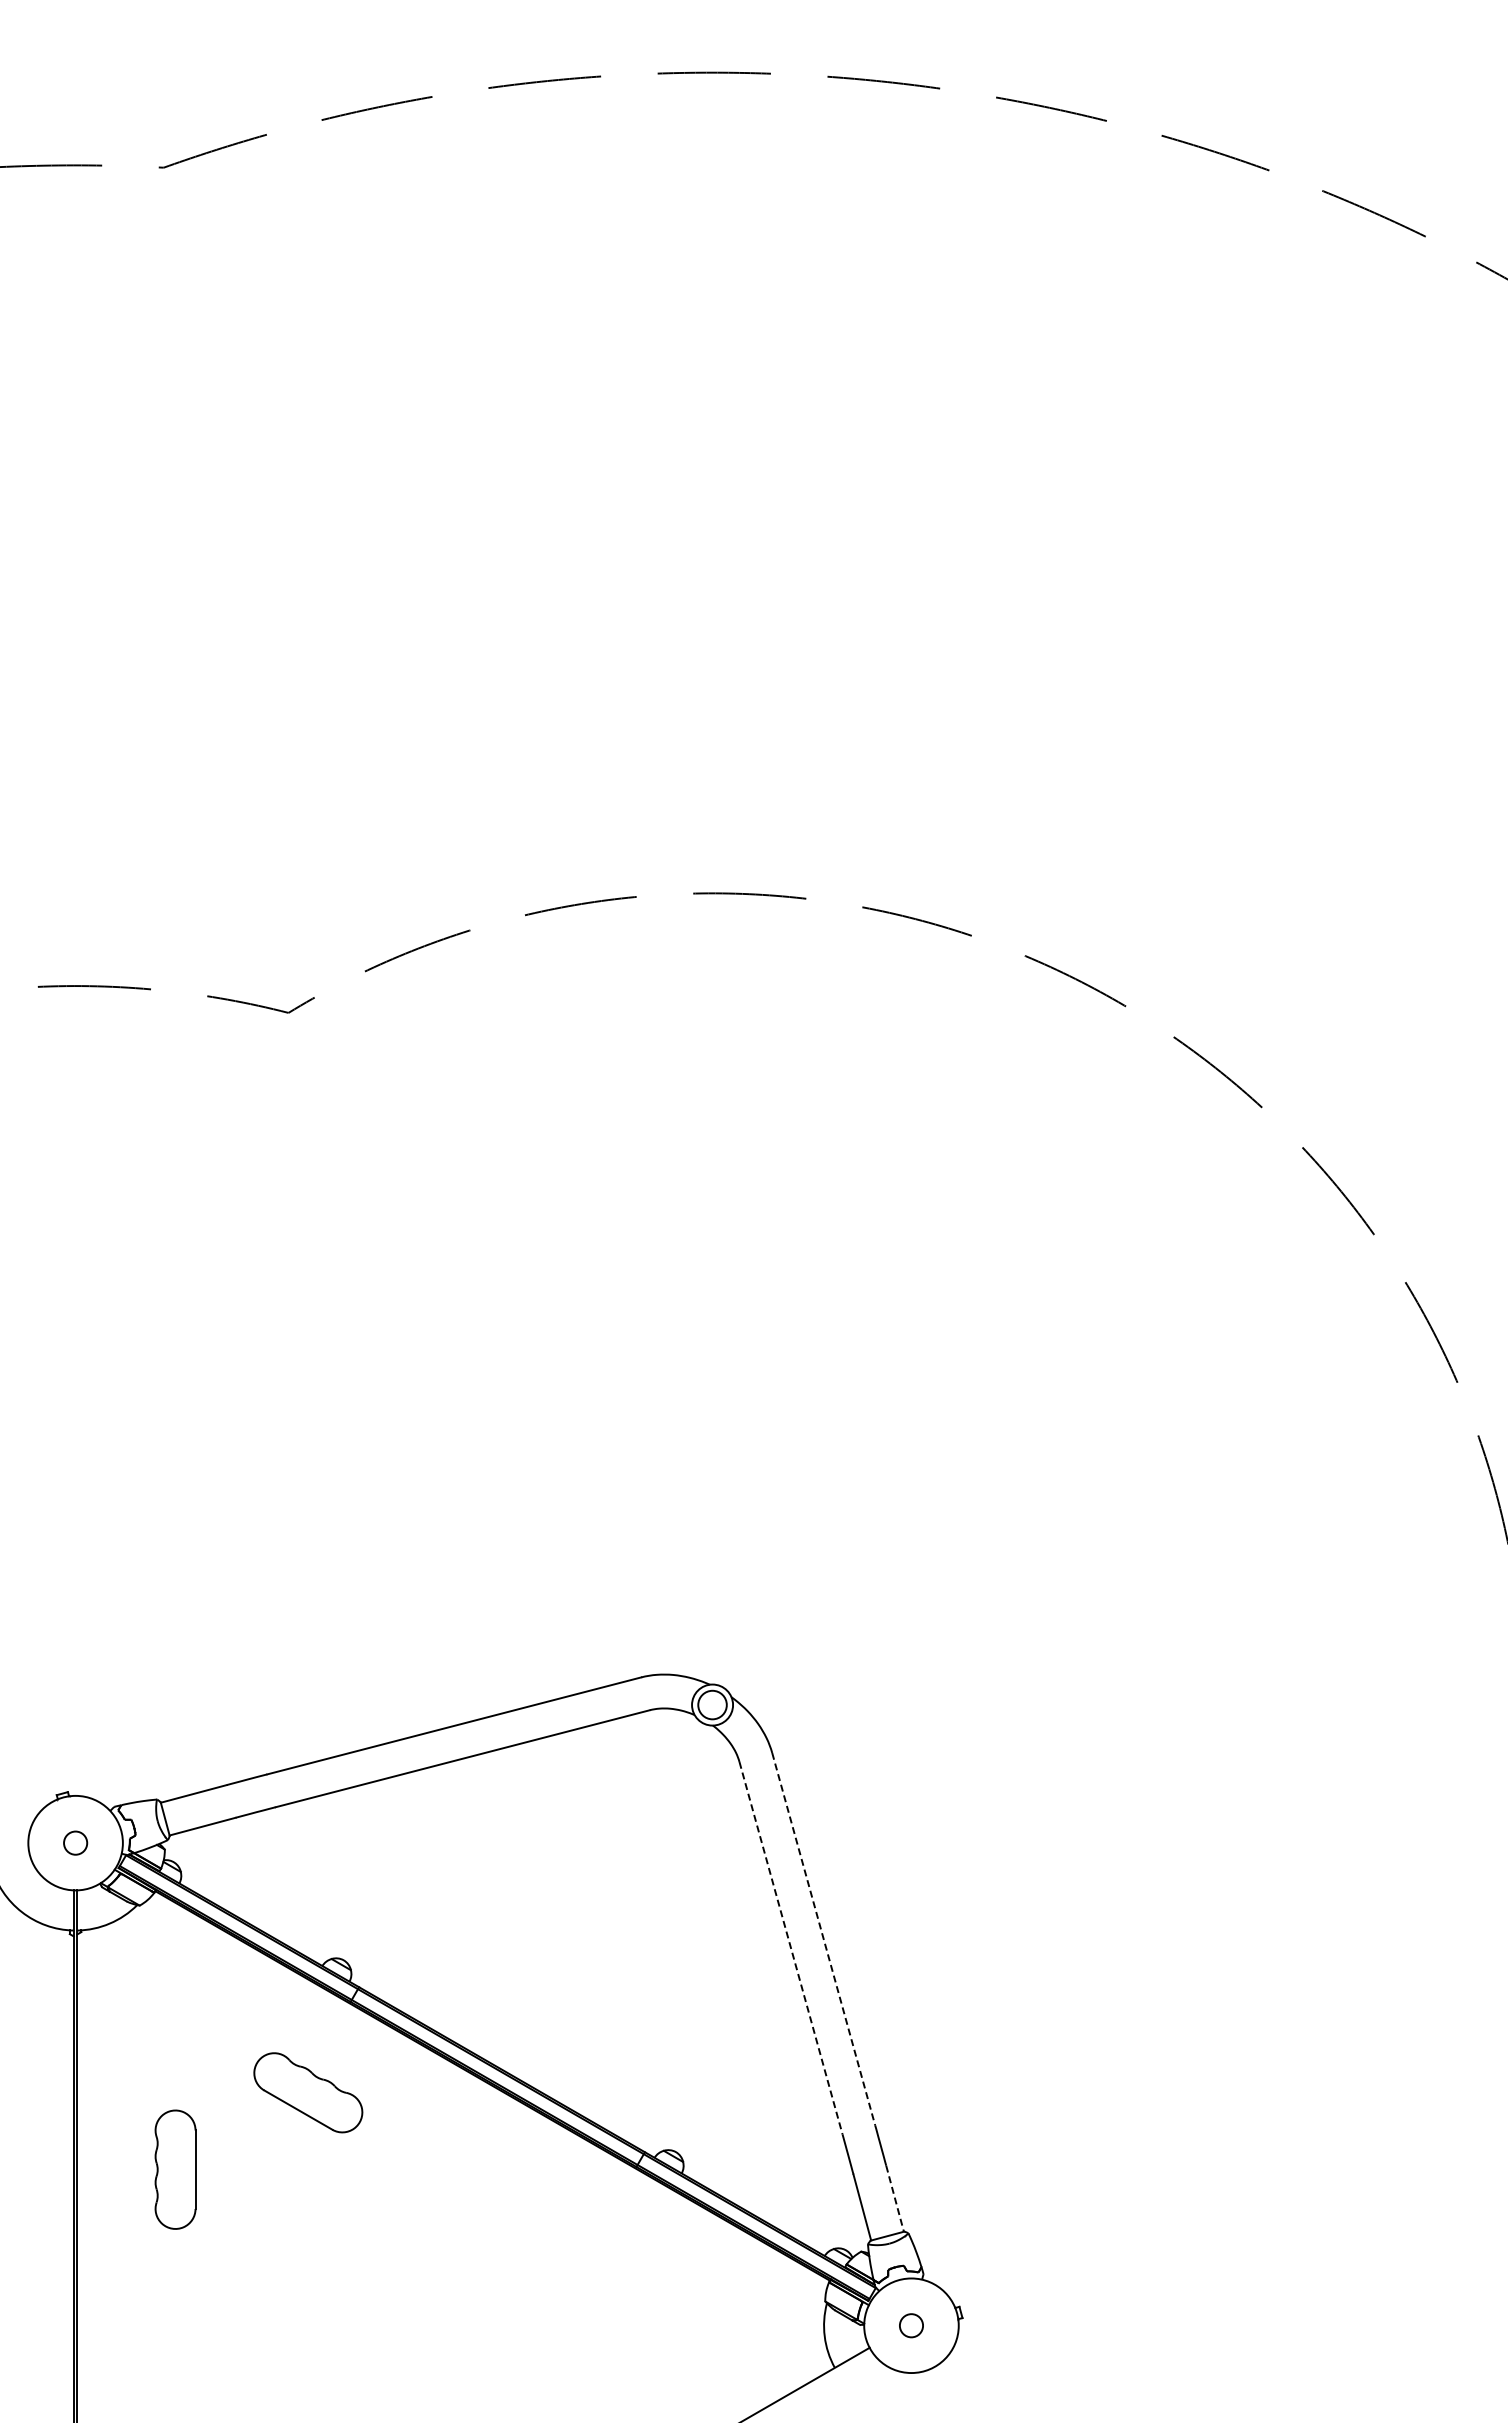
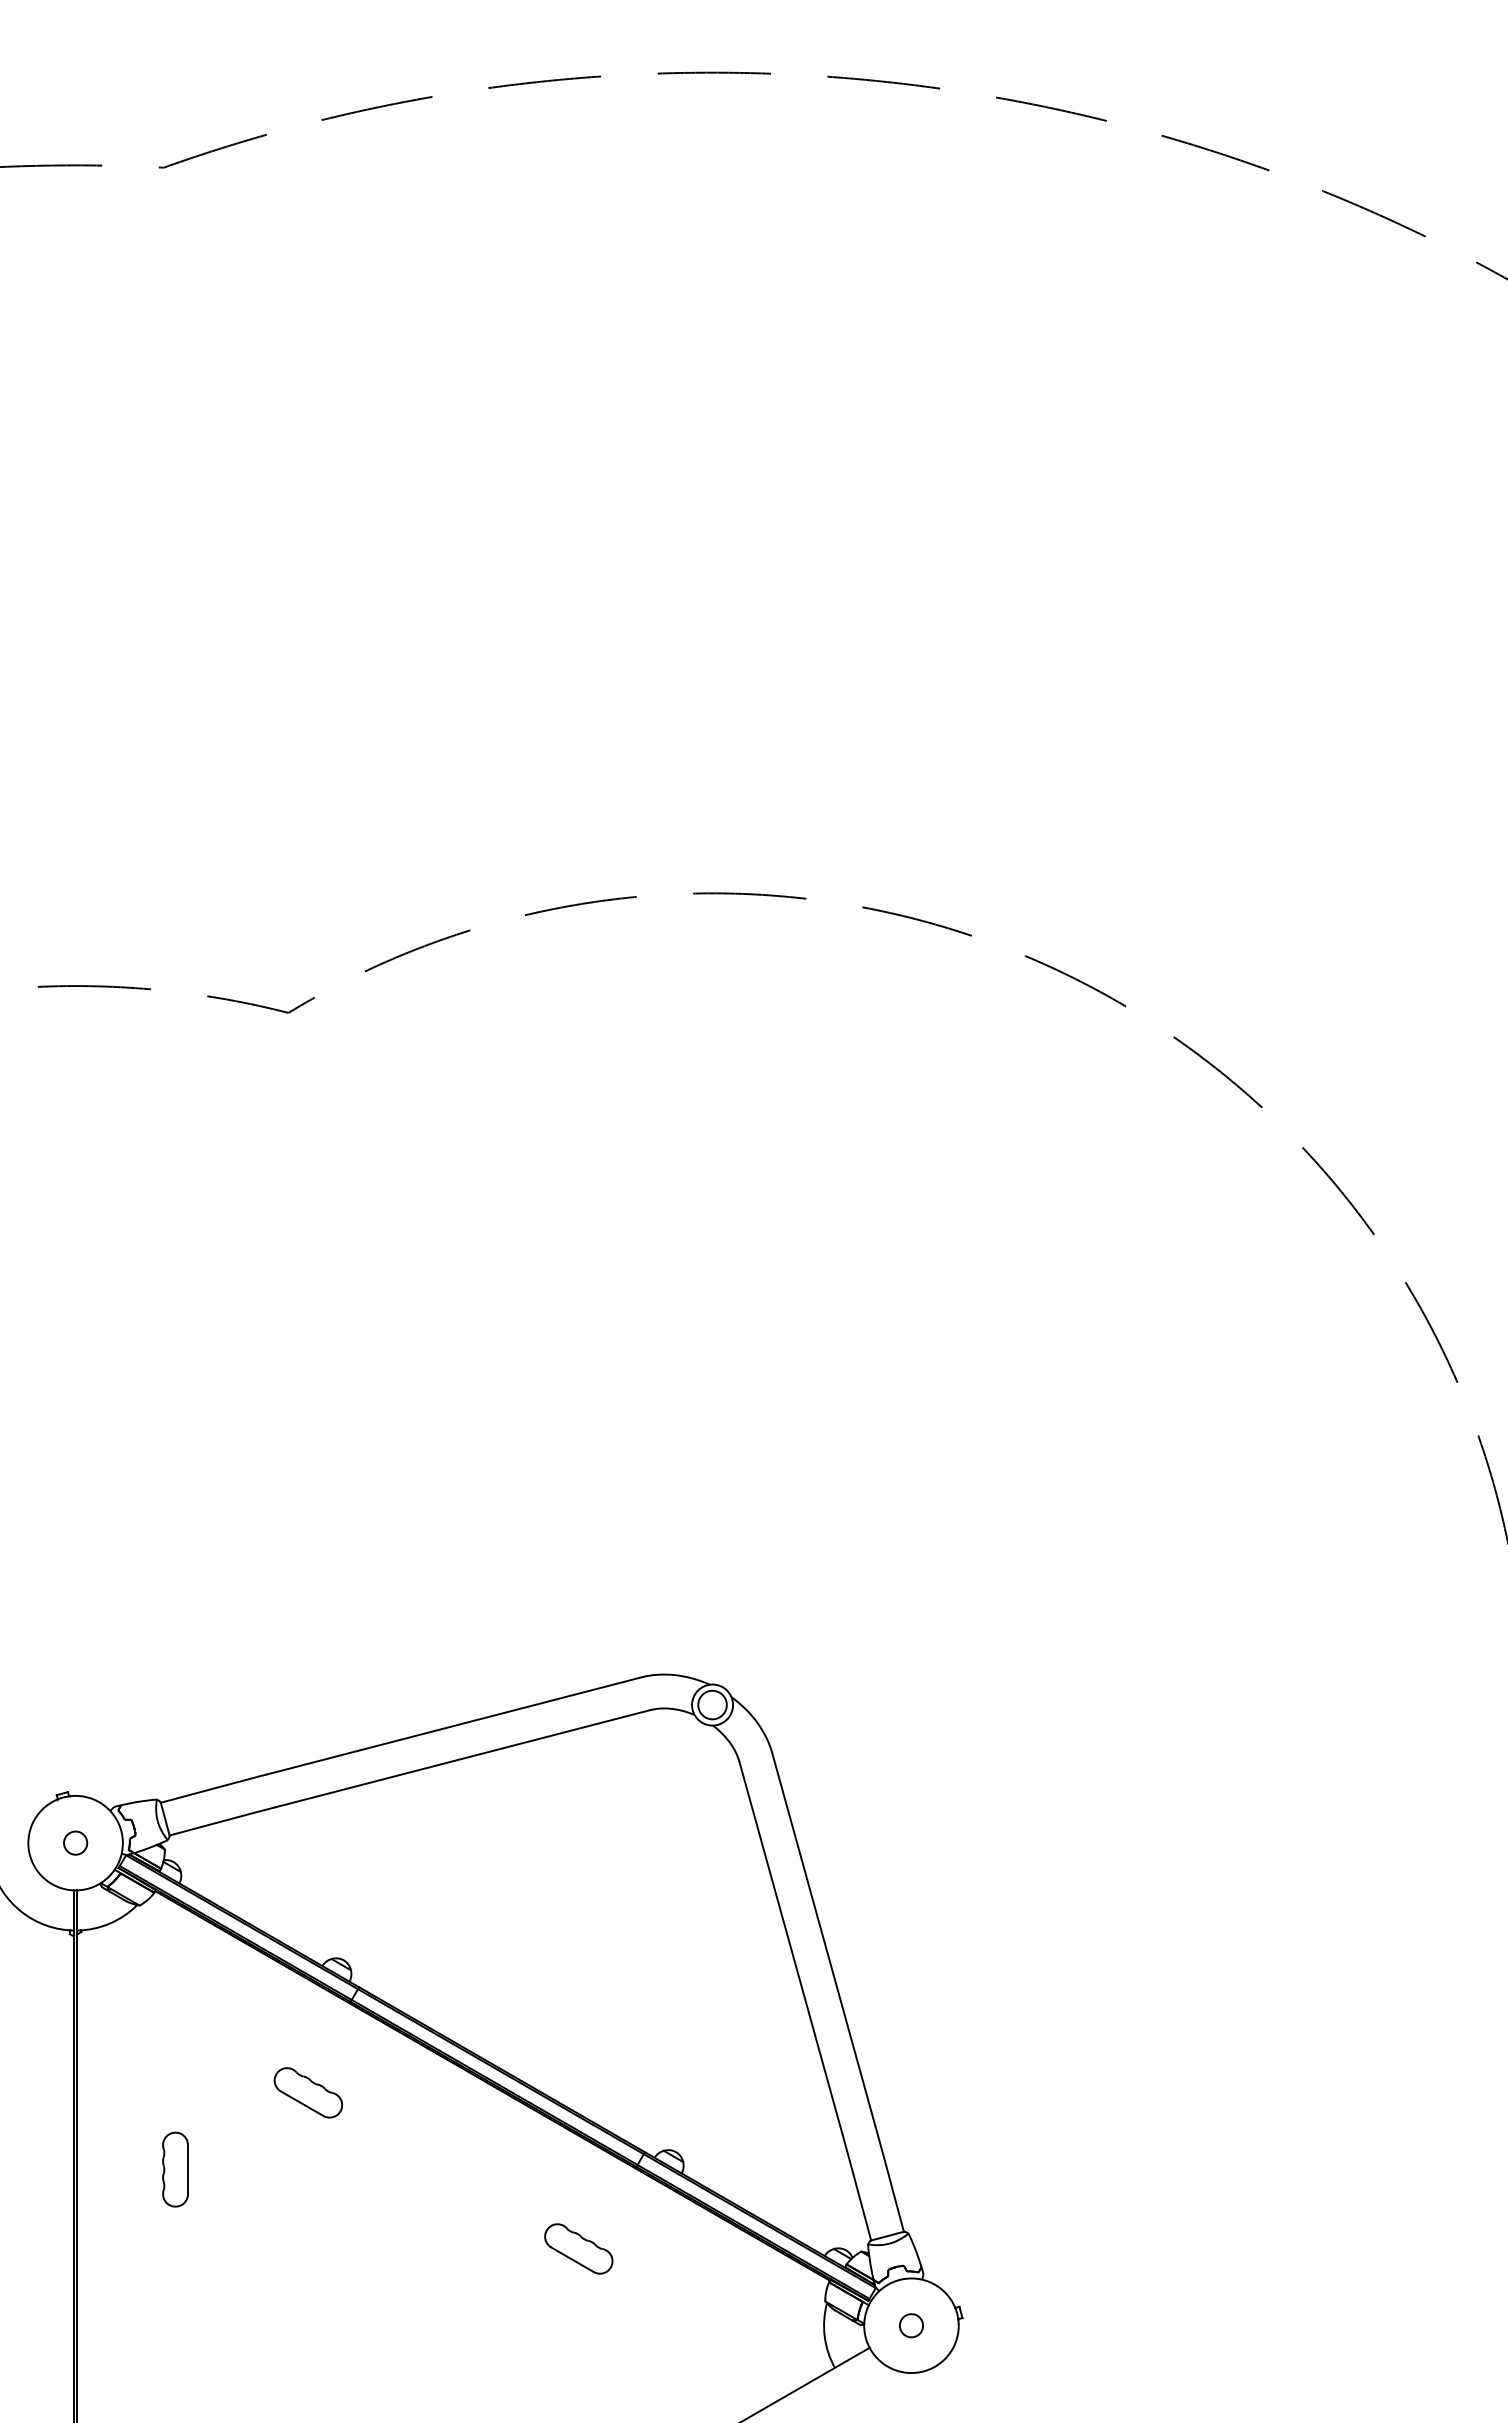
line at (823, 1939): dashed -> solid
line at (791, 1948): dashed -> solid
part at (308, 2092) size: 111x82 px -> 71x52 px
part at (175, 2169) size: 43x121 px -> 27x77 px
line at (895, 2199): dashed -> solid
part at (578, 2248): none -> present
